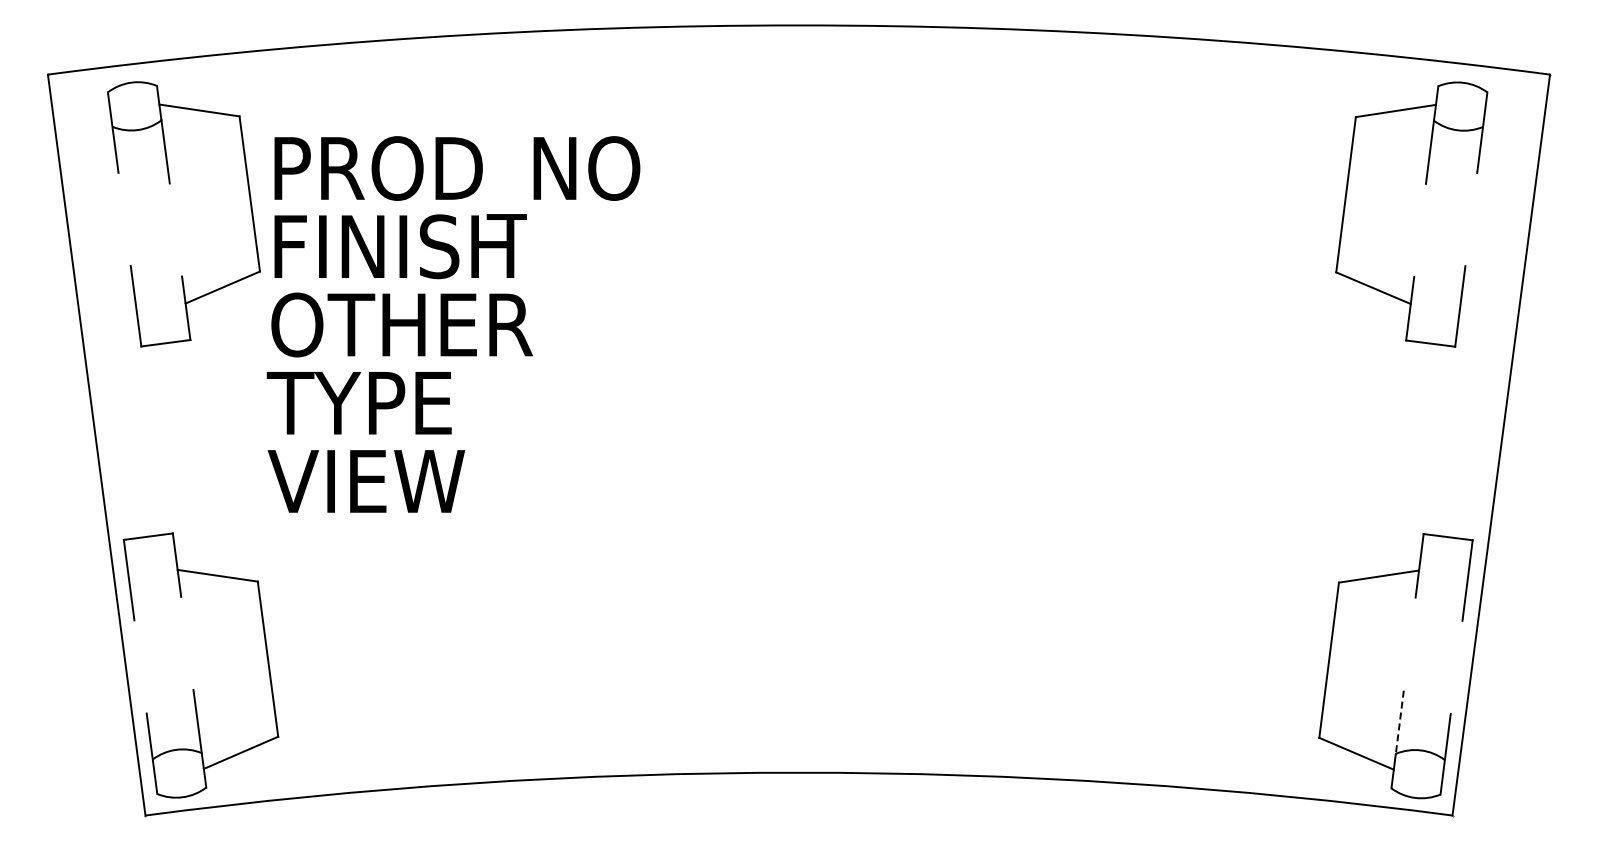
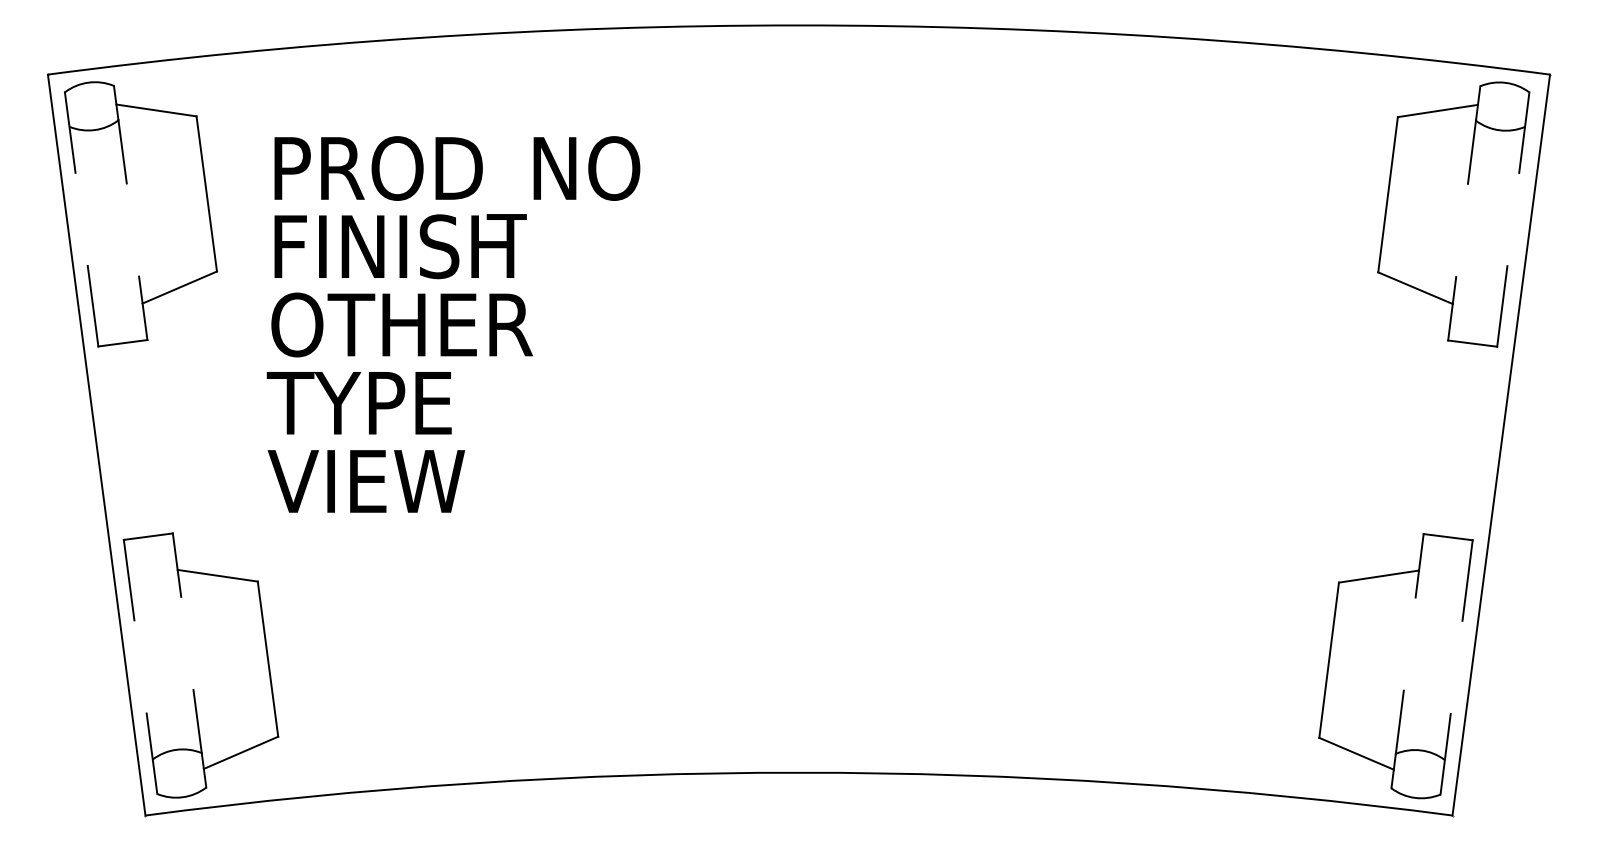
part at (170, 184) position: (170, 184) -> (127, 184)
part at (1425, 184) position: (1425, 184) -> (1467, 184)
line at (1399, 722): dashed -> solid
